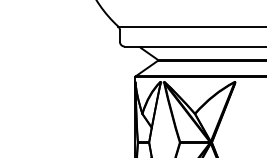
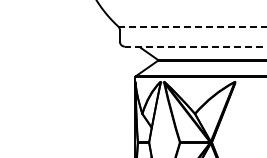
line at (192, 26): solid -> dashed
line at (195, 46): solid -> dashed
